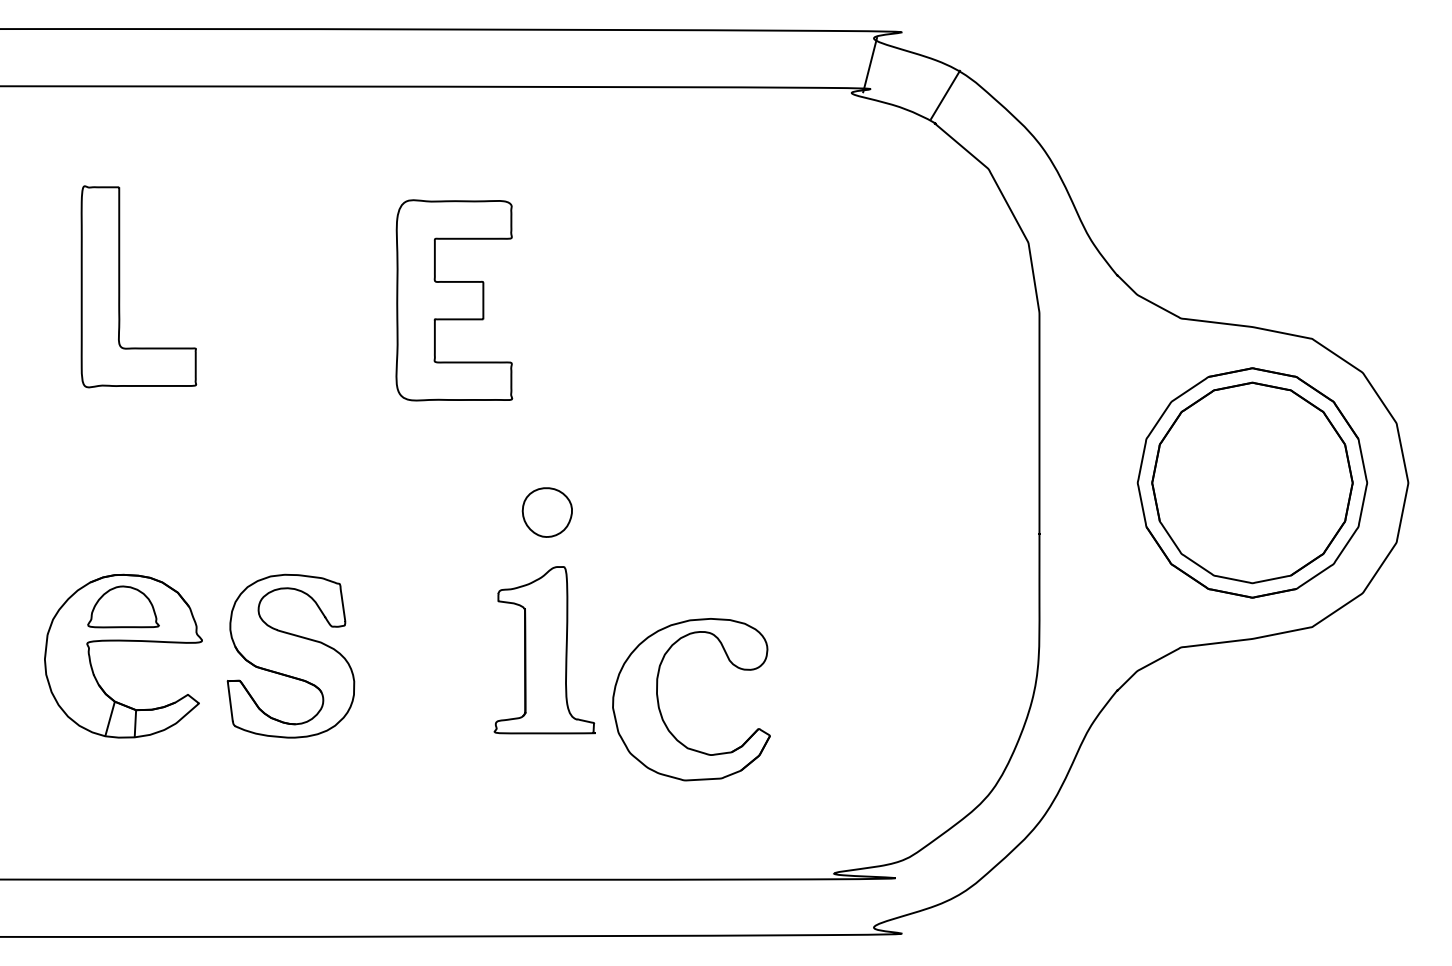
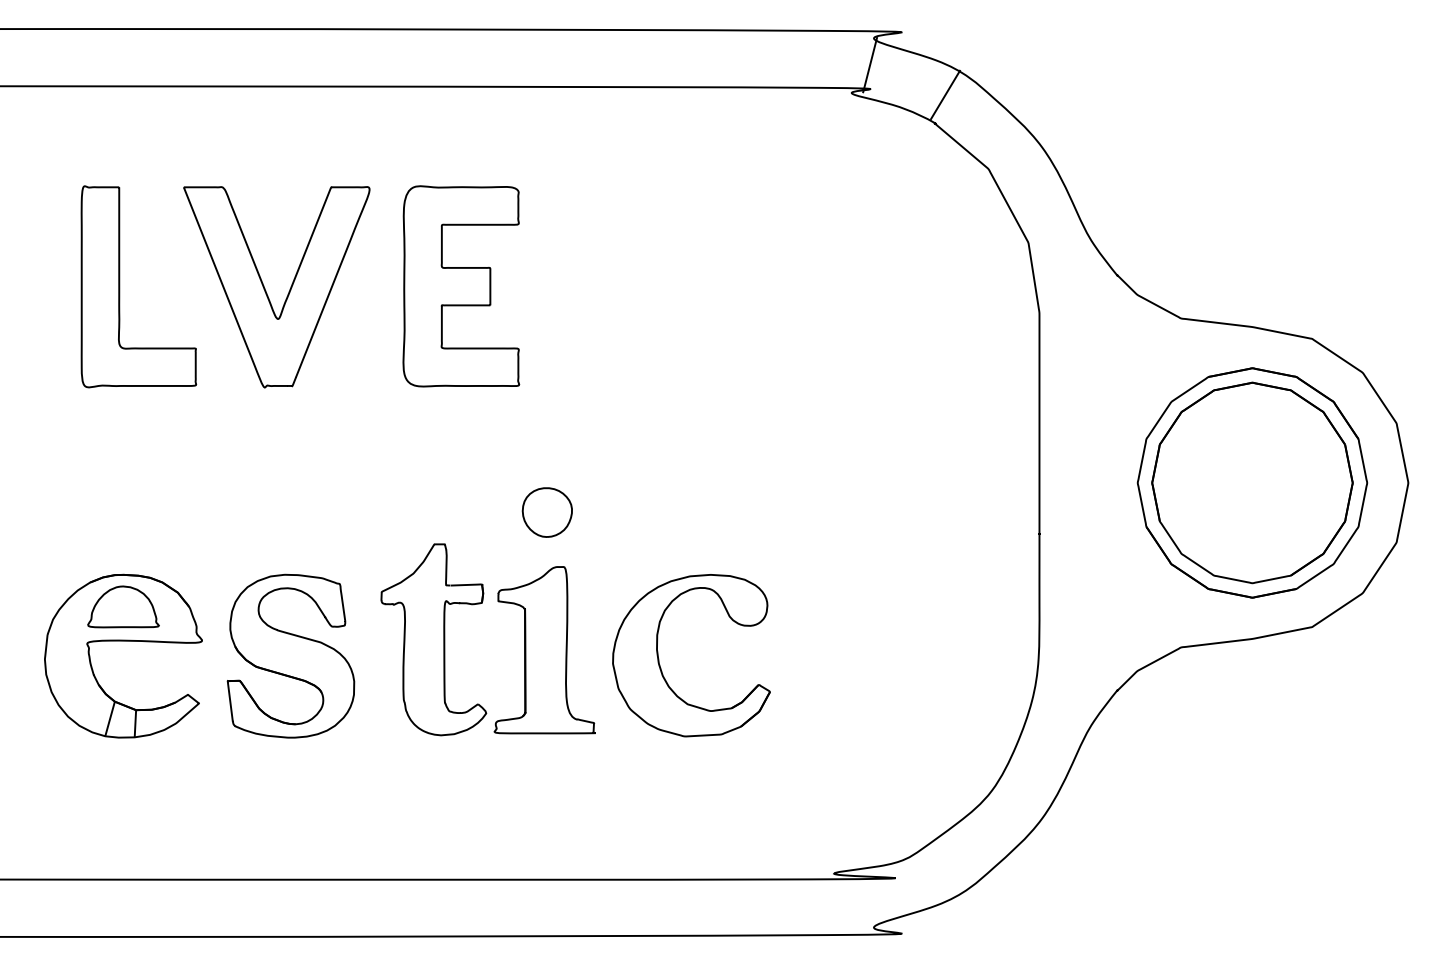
part at (266, 290): none -> present
part at (454, 300) position: (454, 300) -> (461, 286)
part at (433, 639): none -> present
part at (659, 702) position: (659, 702) -> (659, 658)
